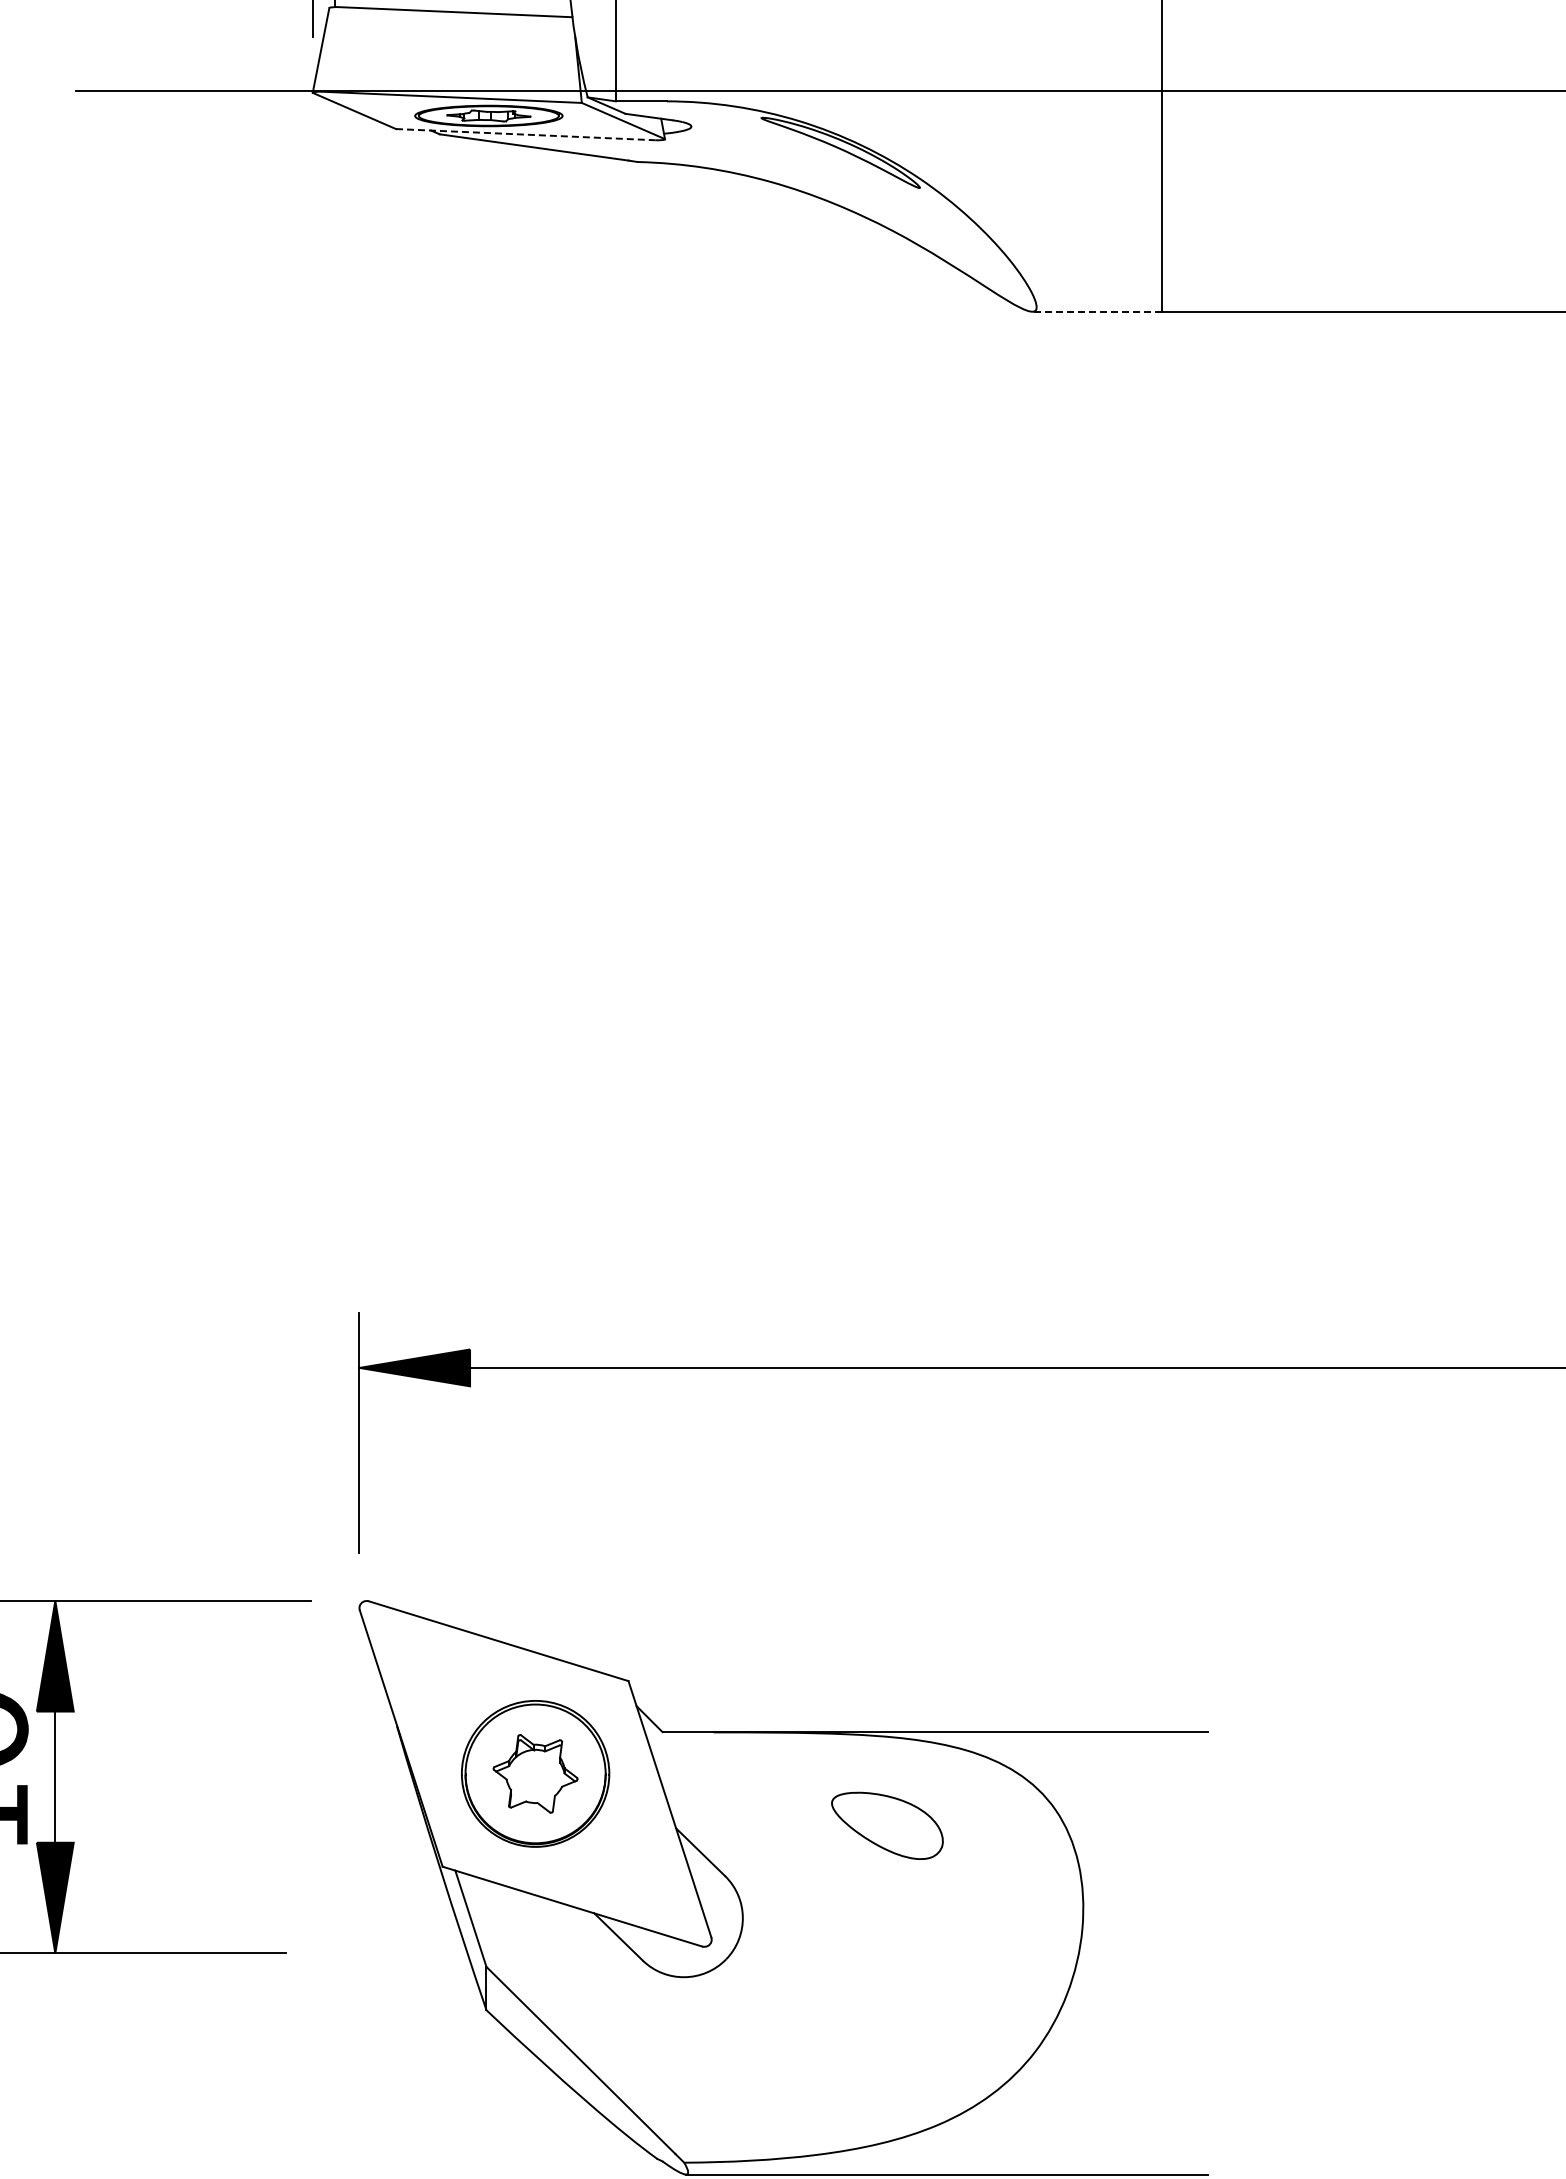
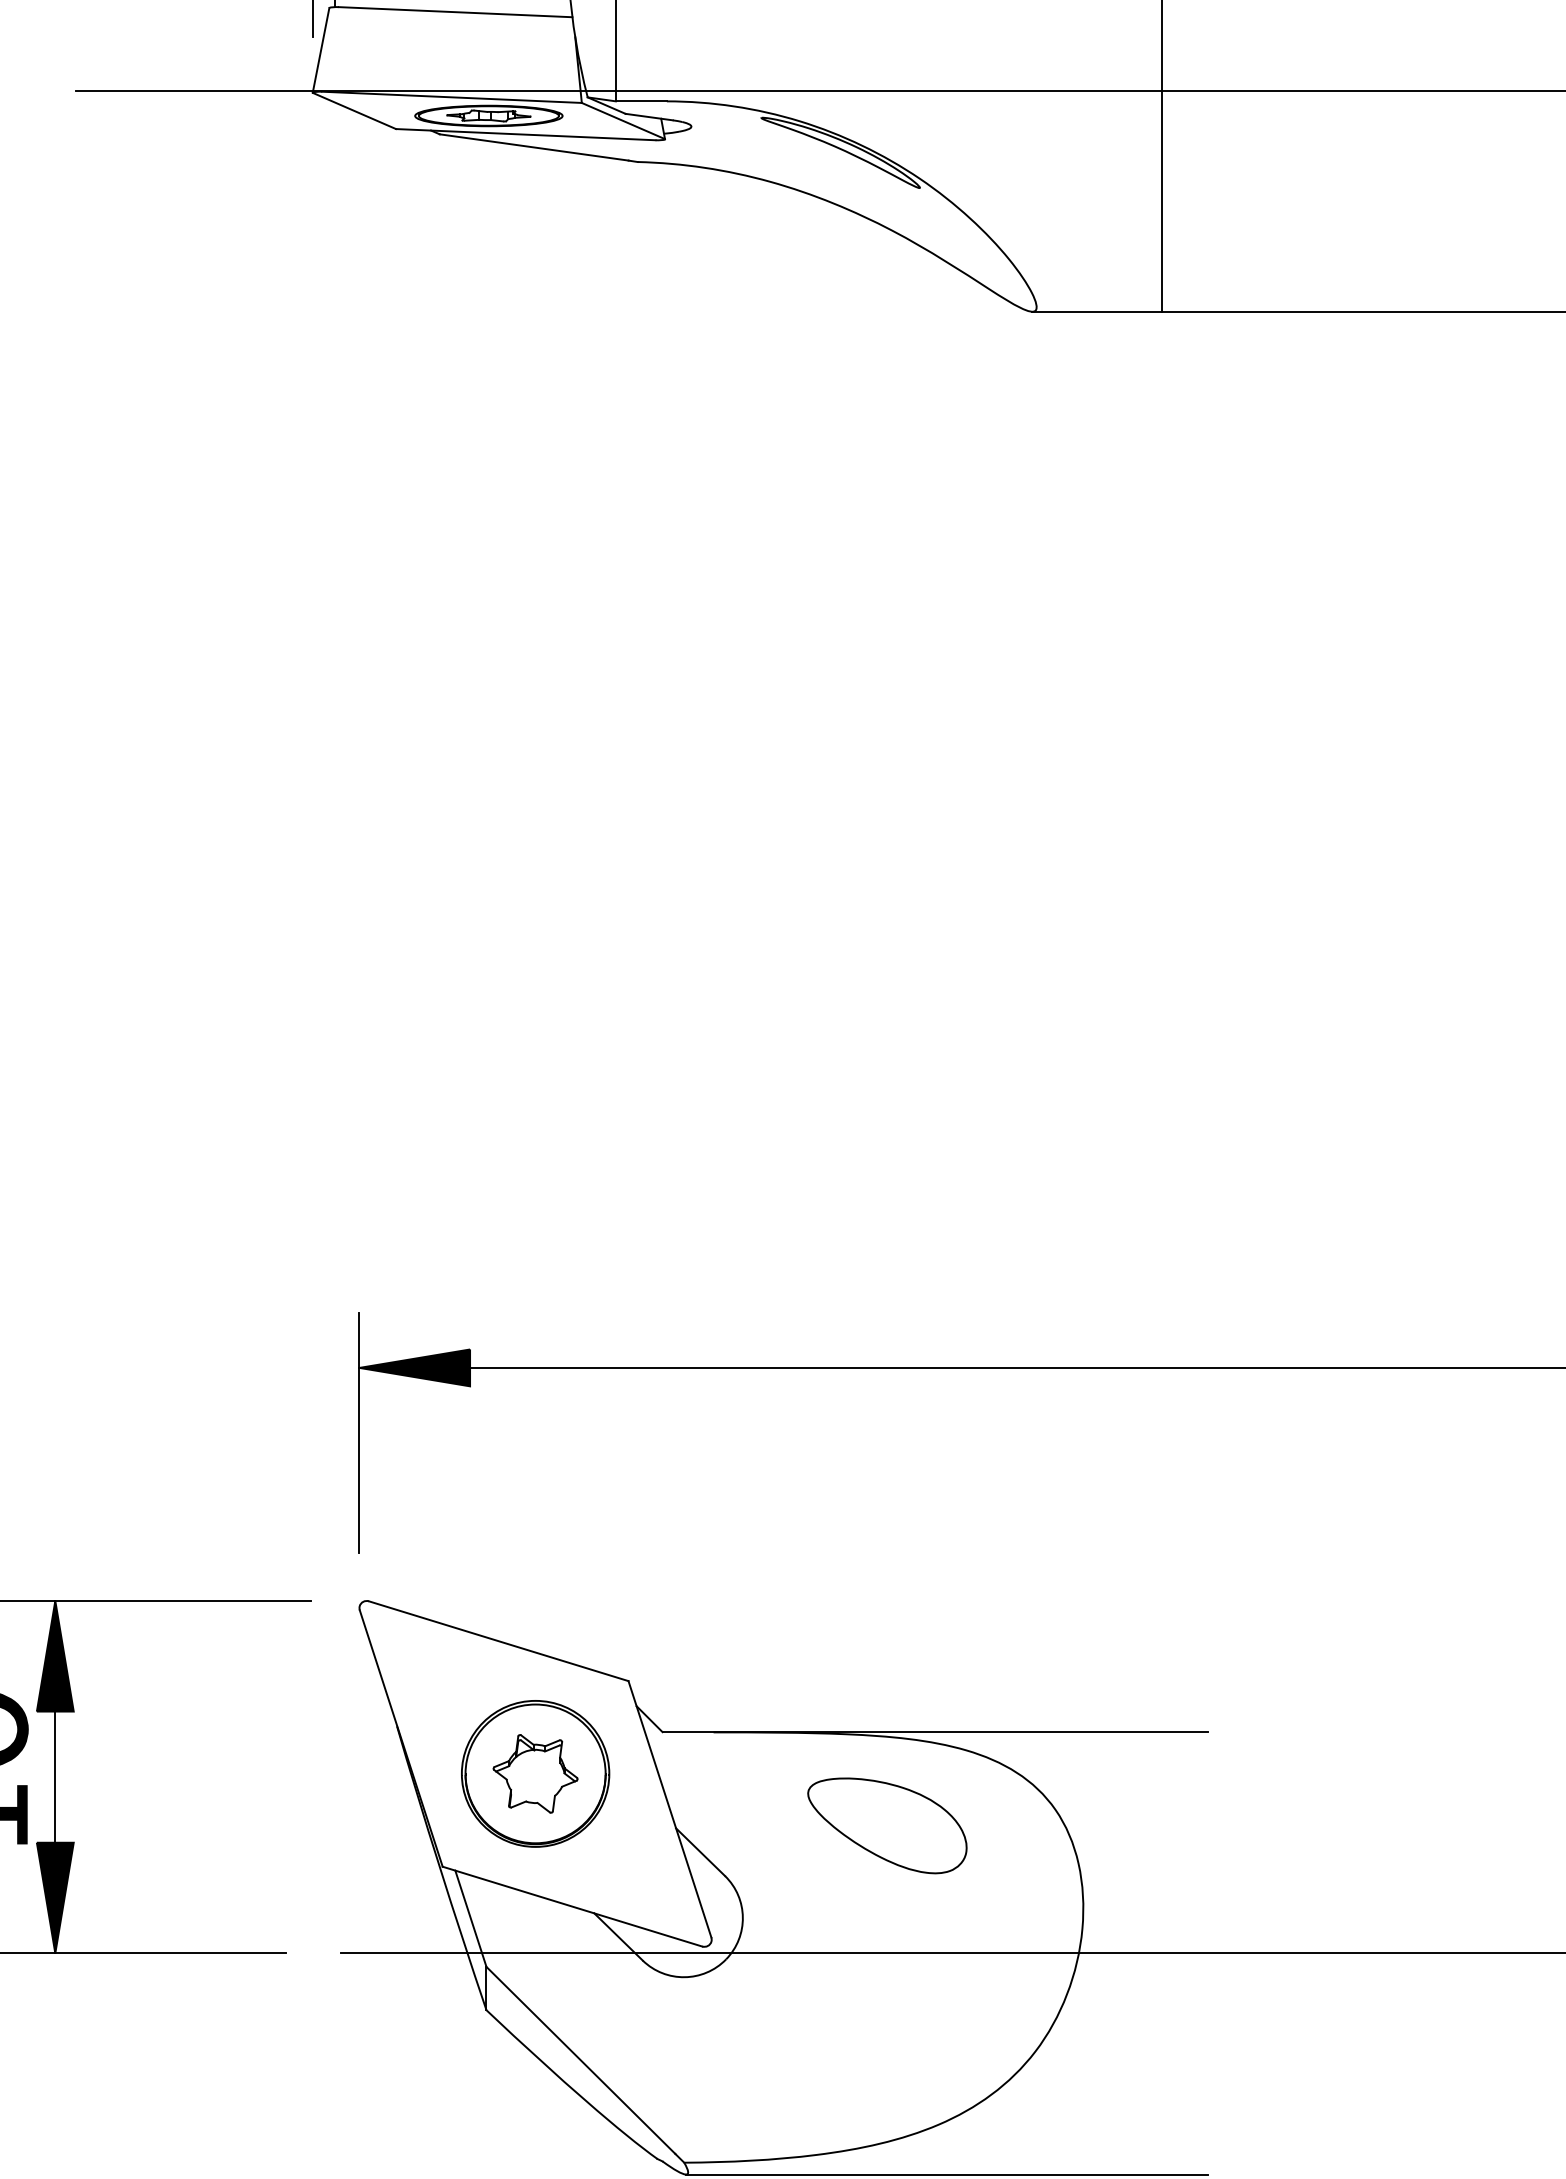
line at (525, 134): dashed -> solid
line at (1096, 311): dashed -> solid
part at (887, 1825) size: 113x69 px -> 161x98 px
line at (951, 1953): none -> present
